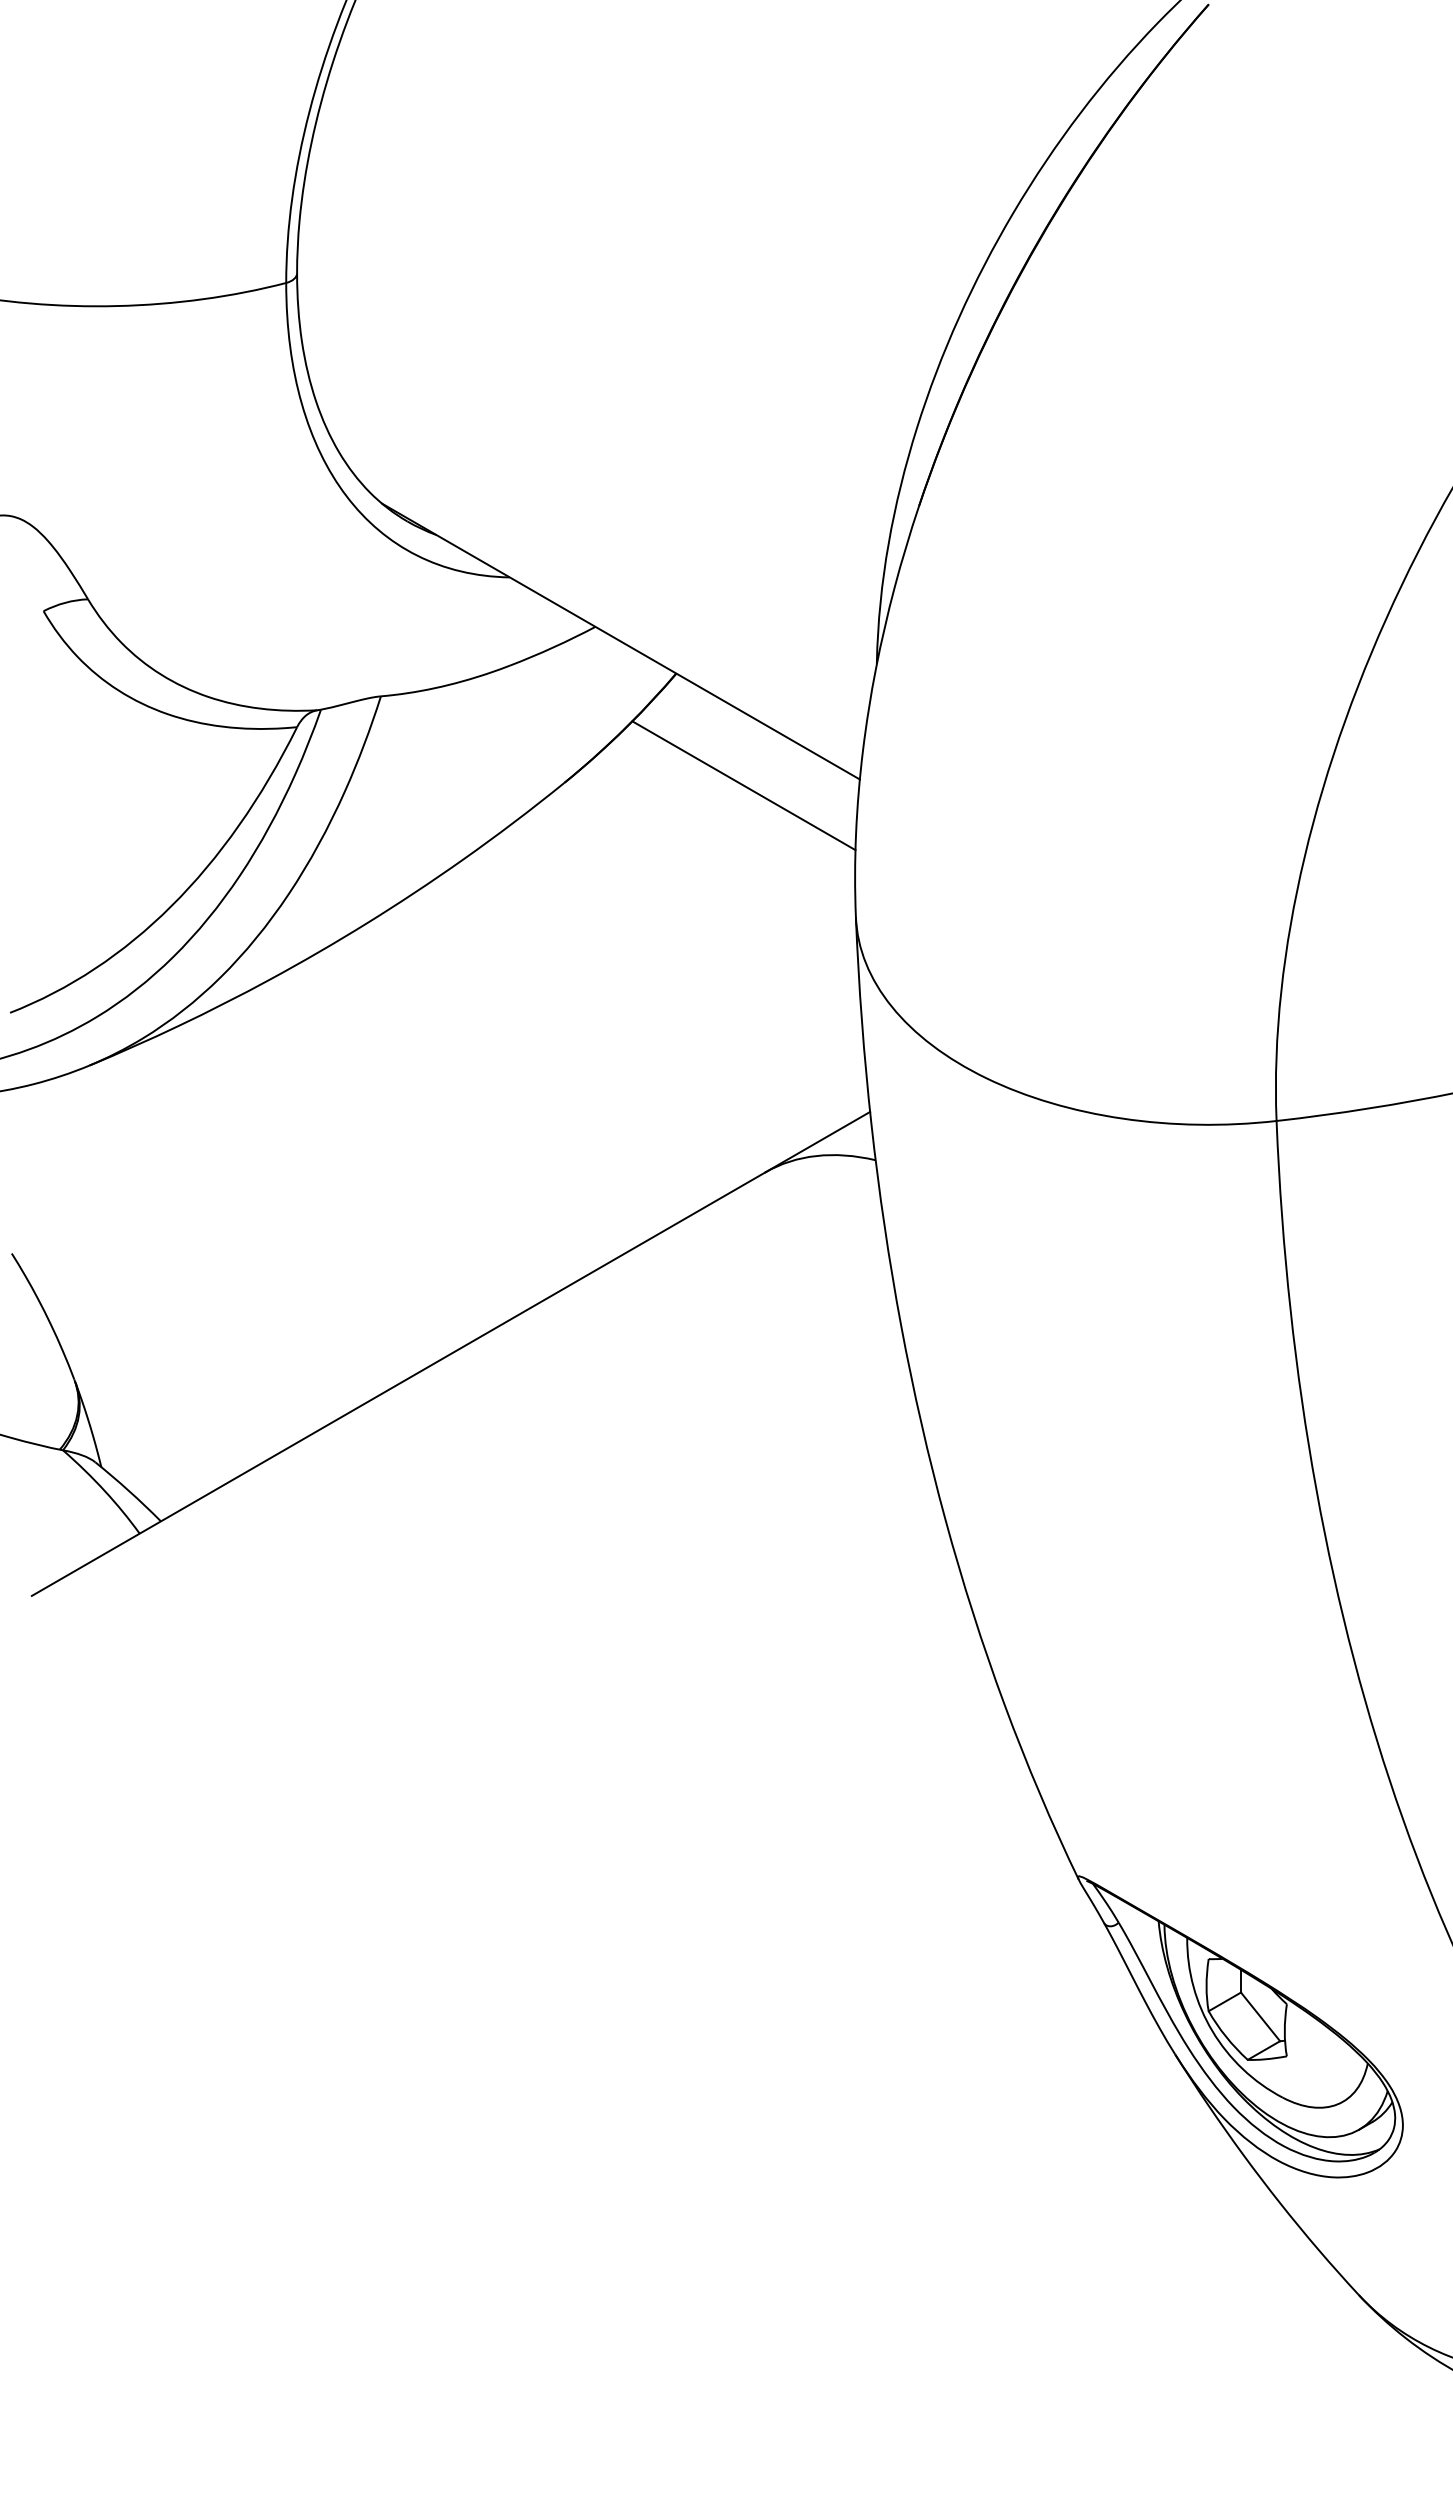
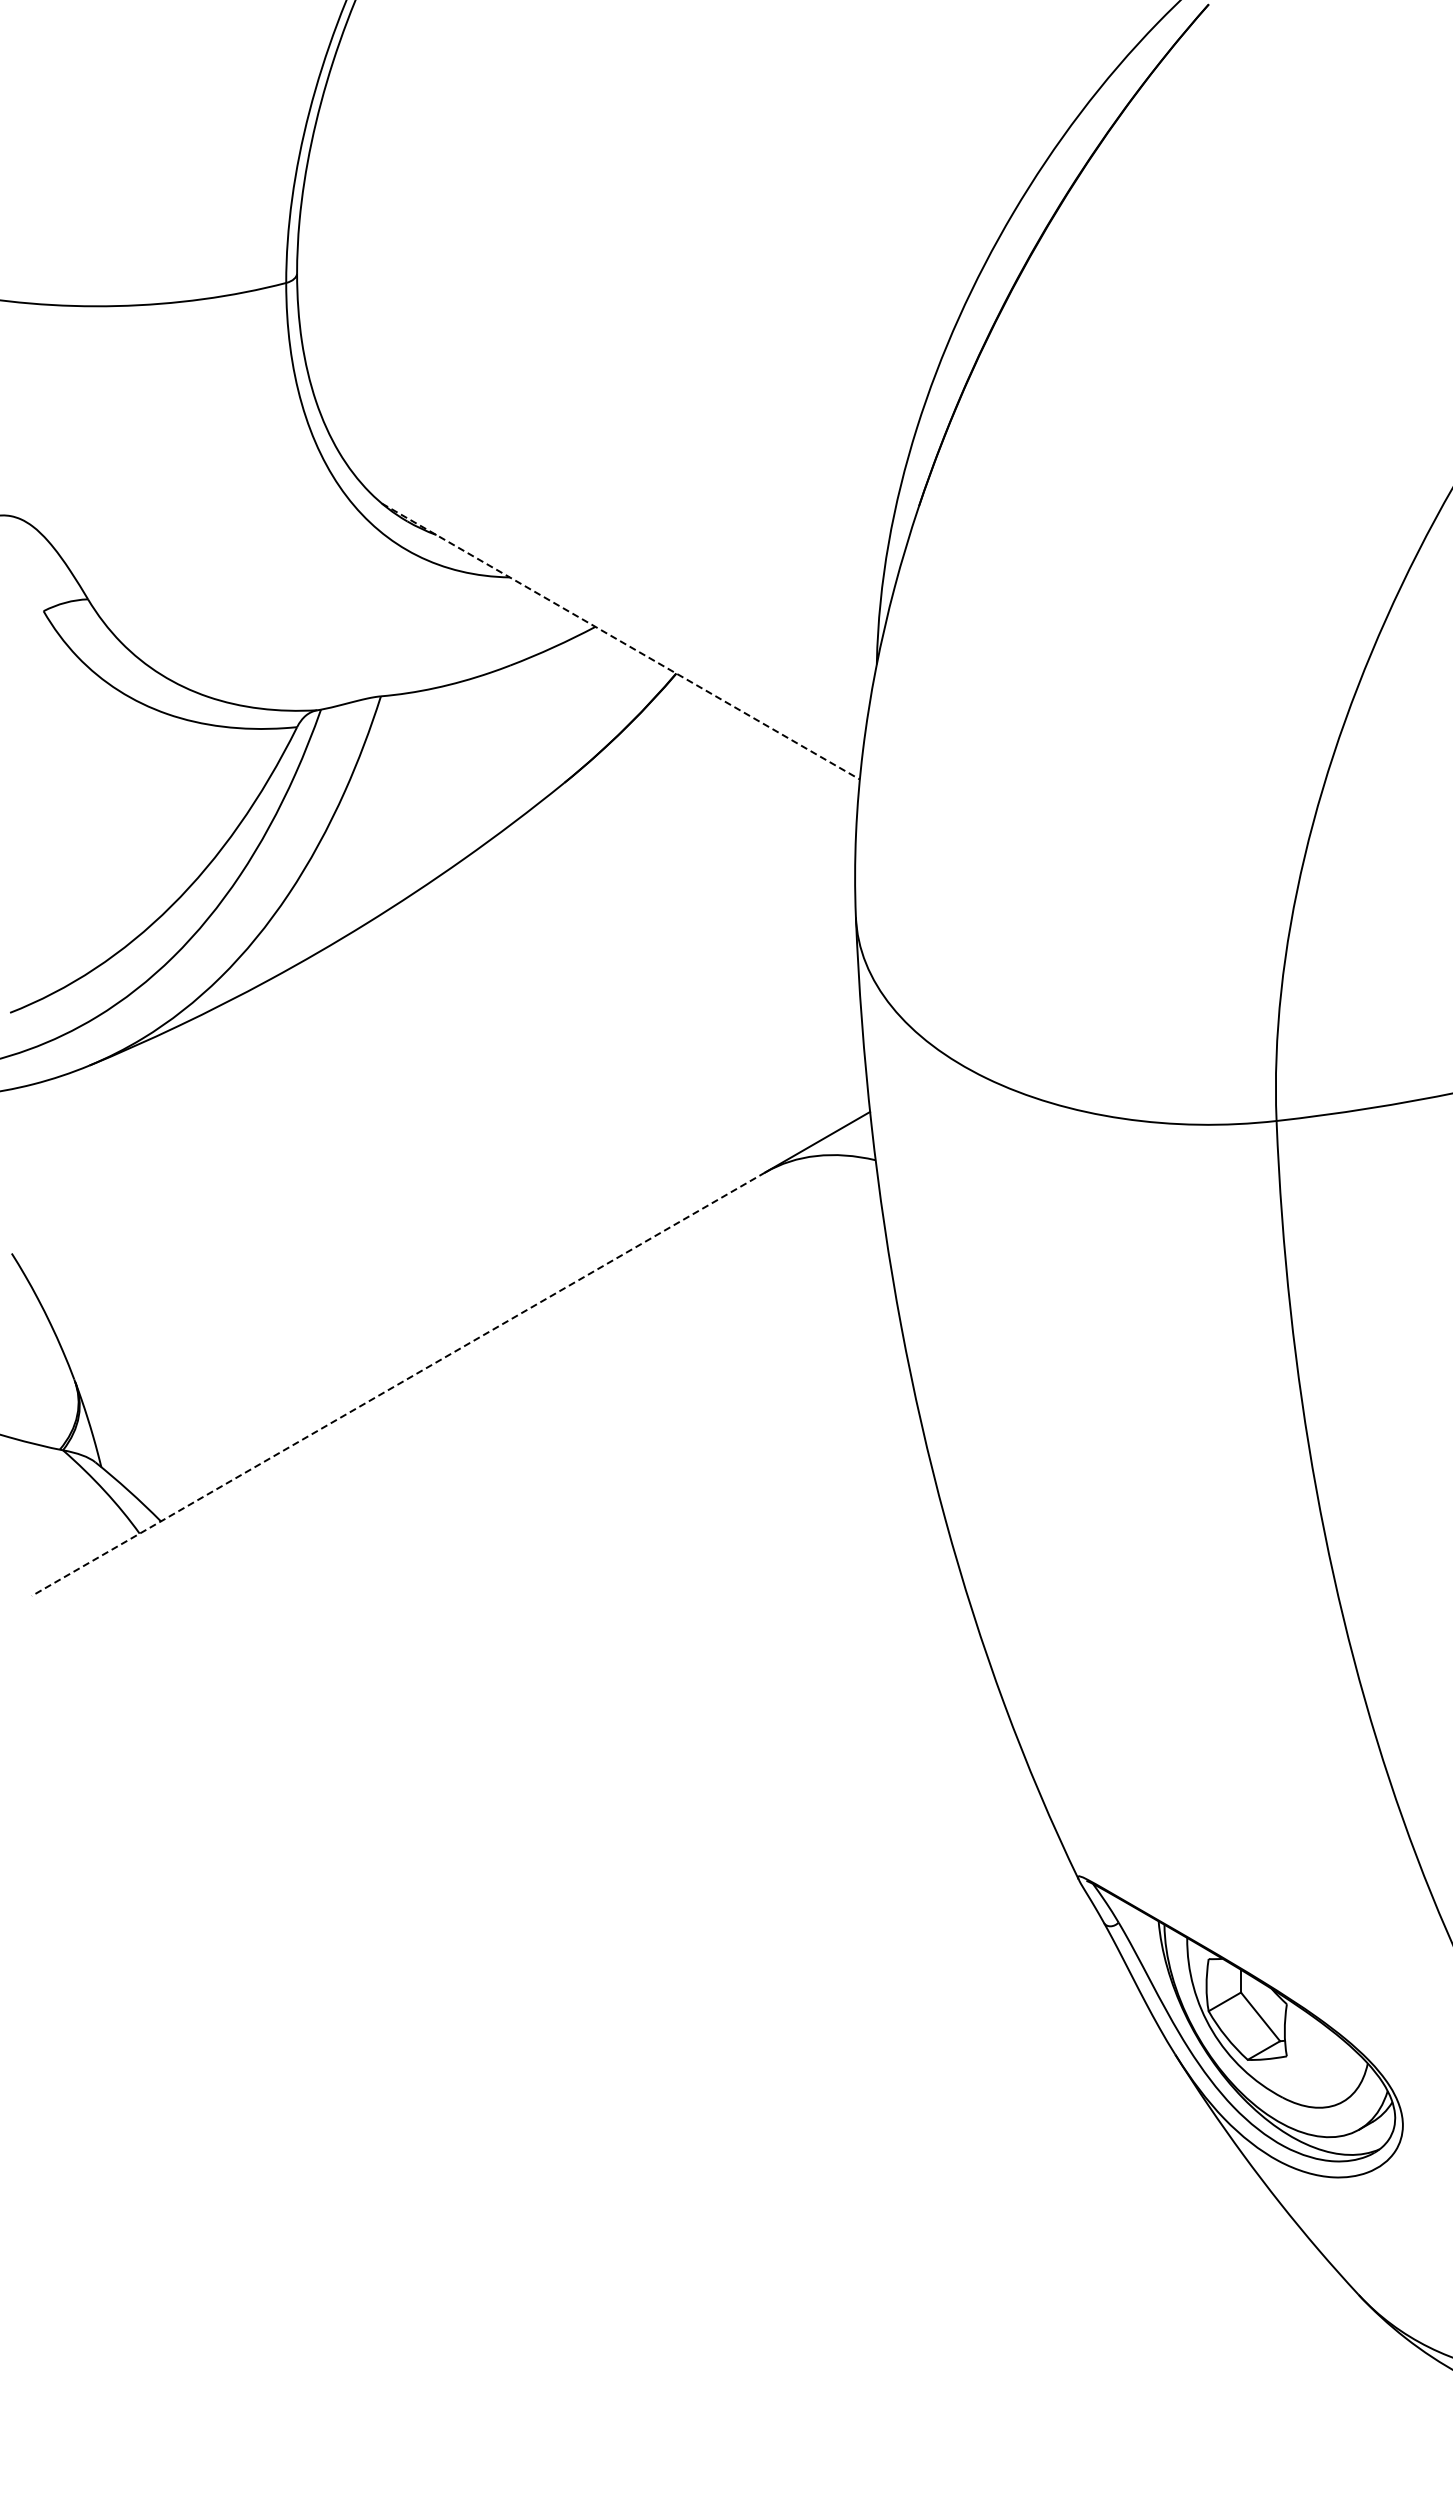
line at (620, 641): solid -> dashed
line at (743, 785): present -> none
line at (398, 1384): solid -> dashed
